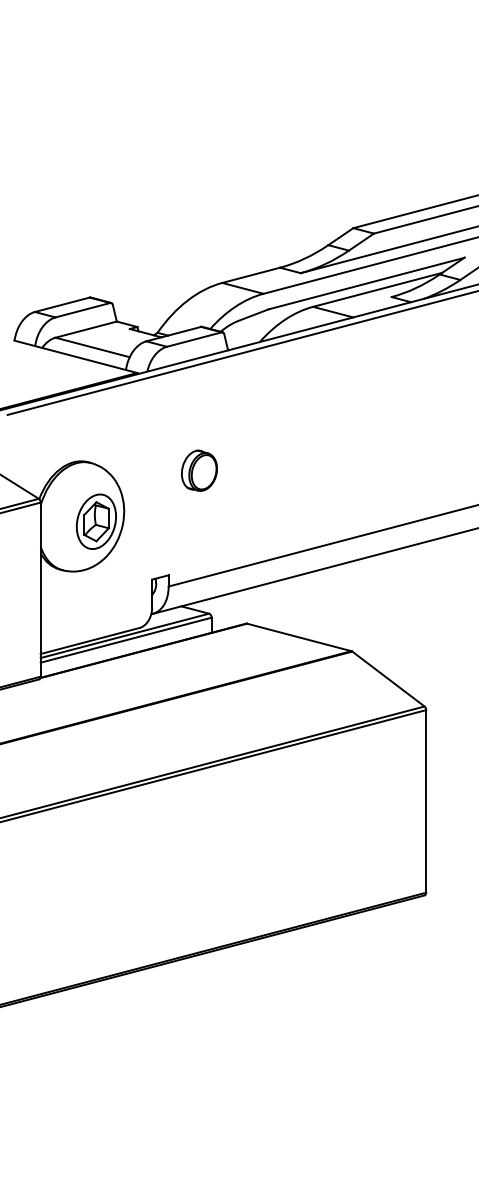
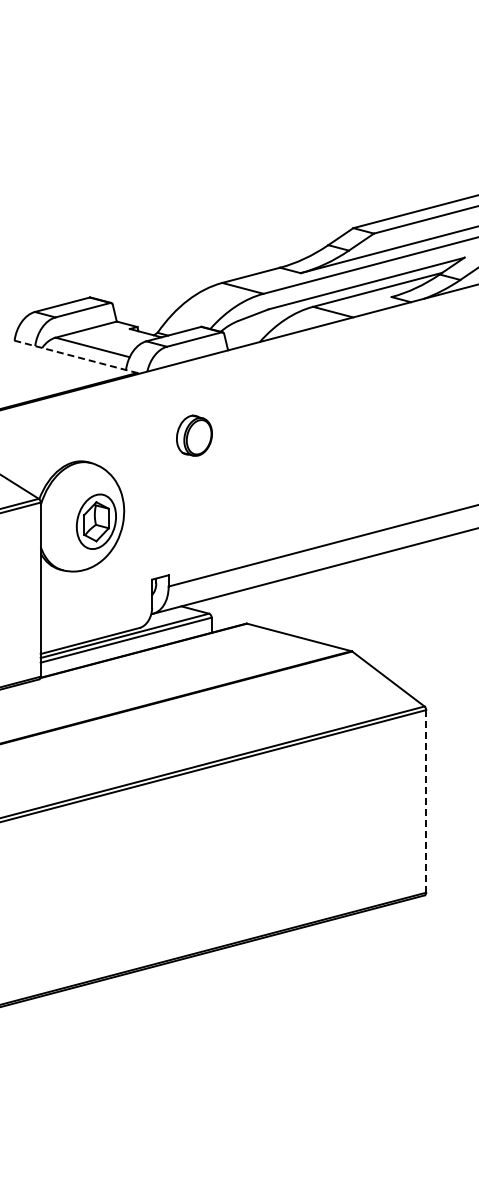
line at (241, 352): present -> none
line at (75, 356): solid -> dashed
part at (199, 470) position: (199, 470) -> (194, 435)
line at (426, 801): solid -> dashed
